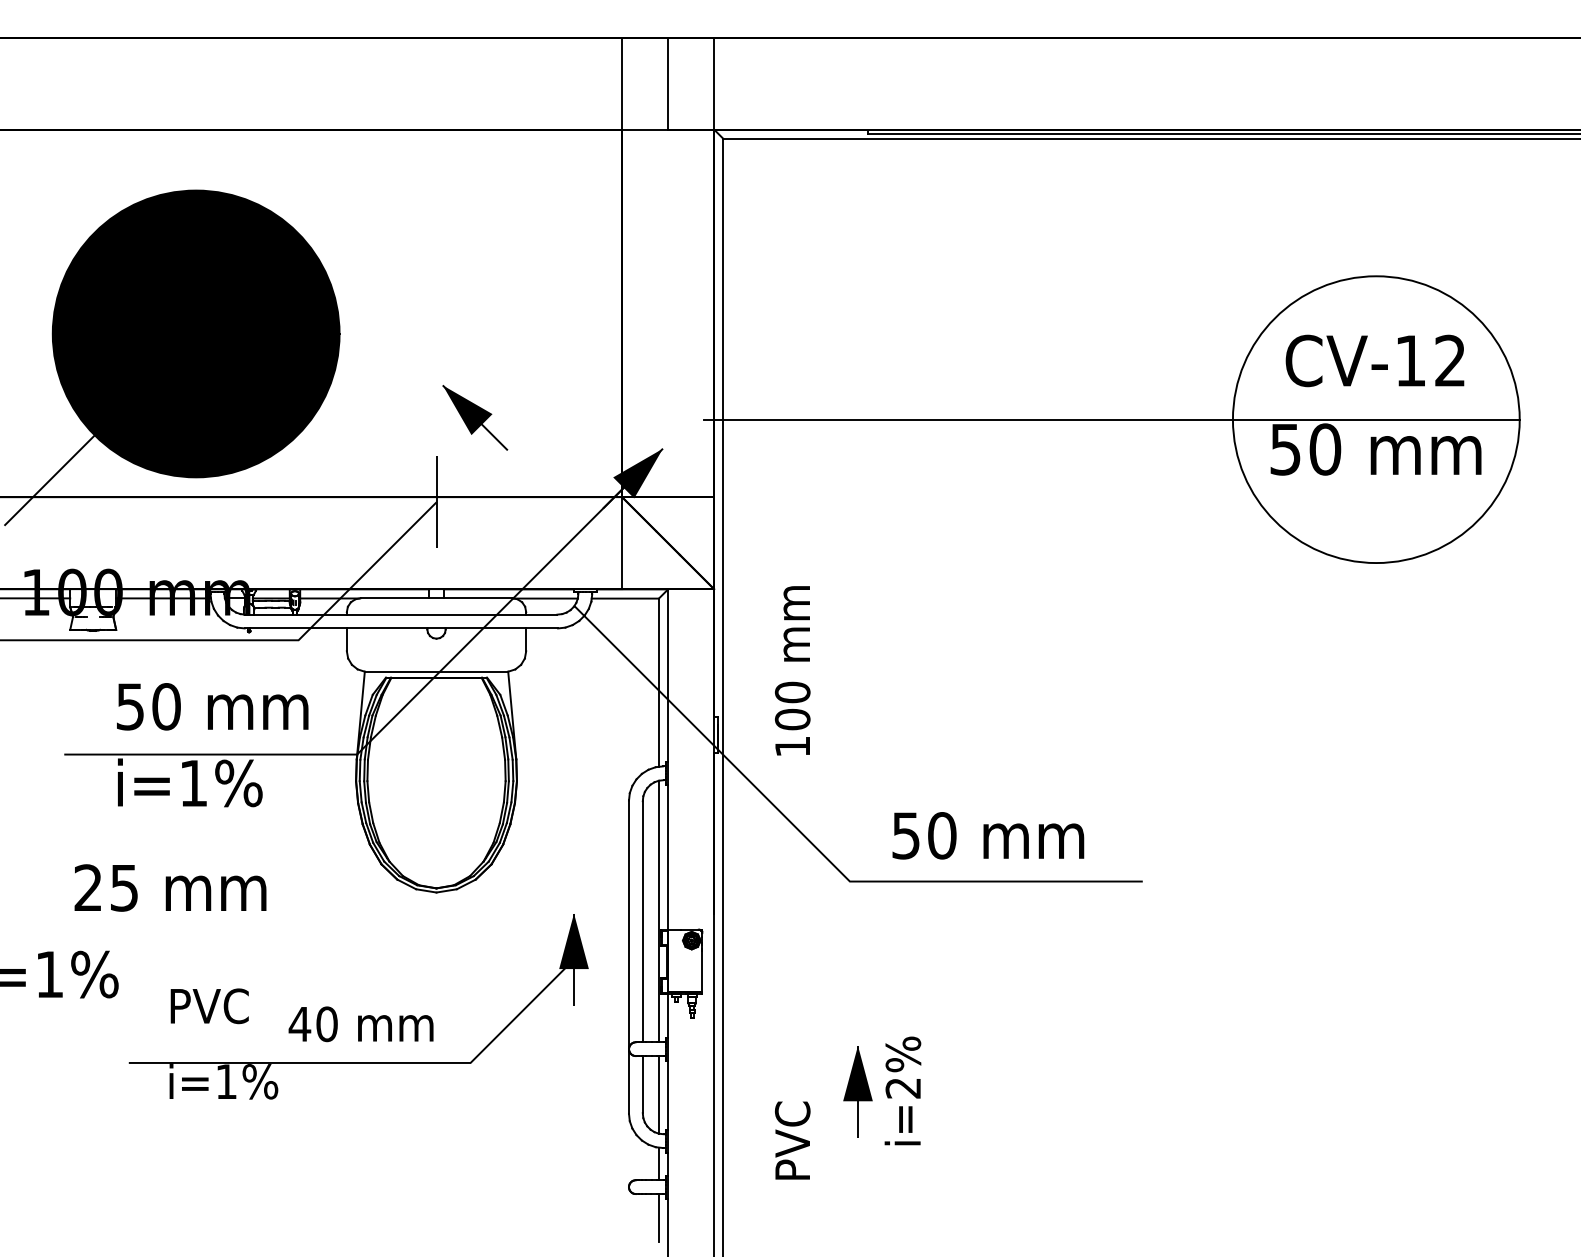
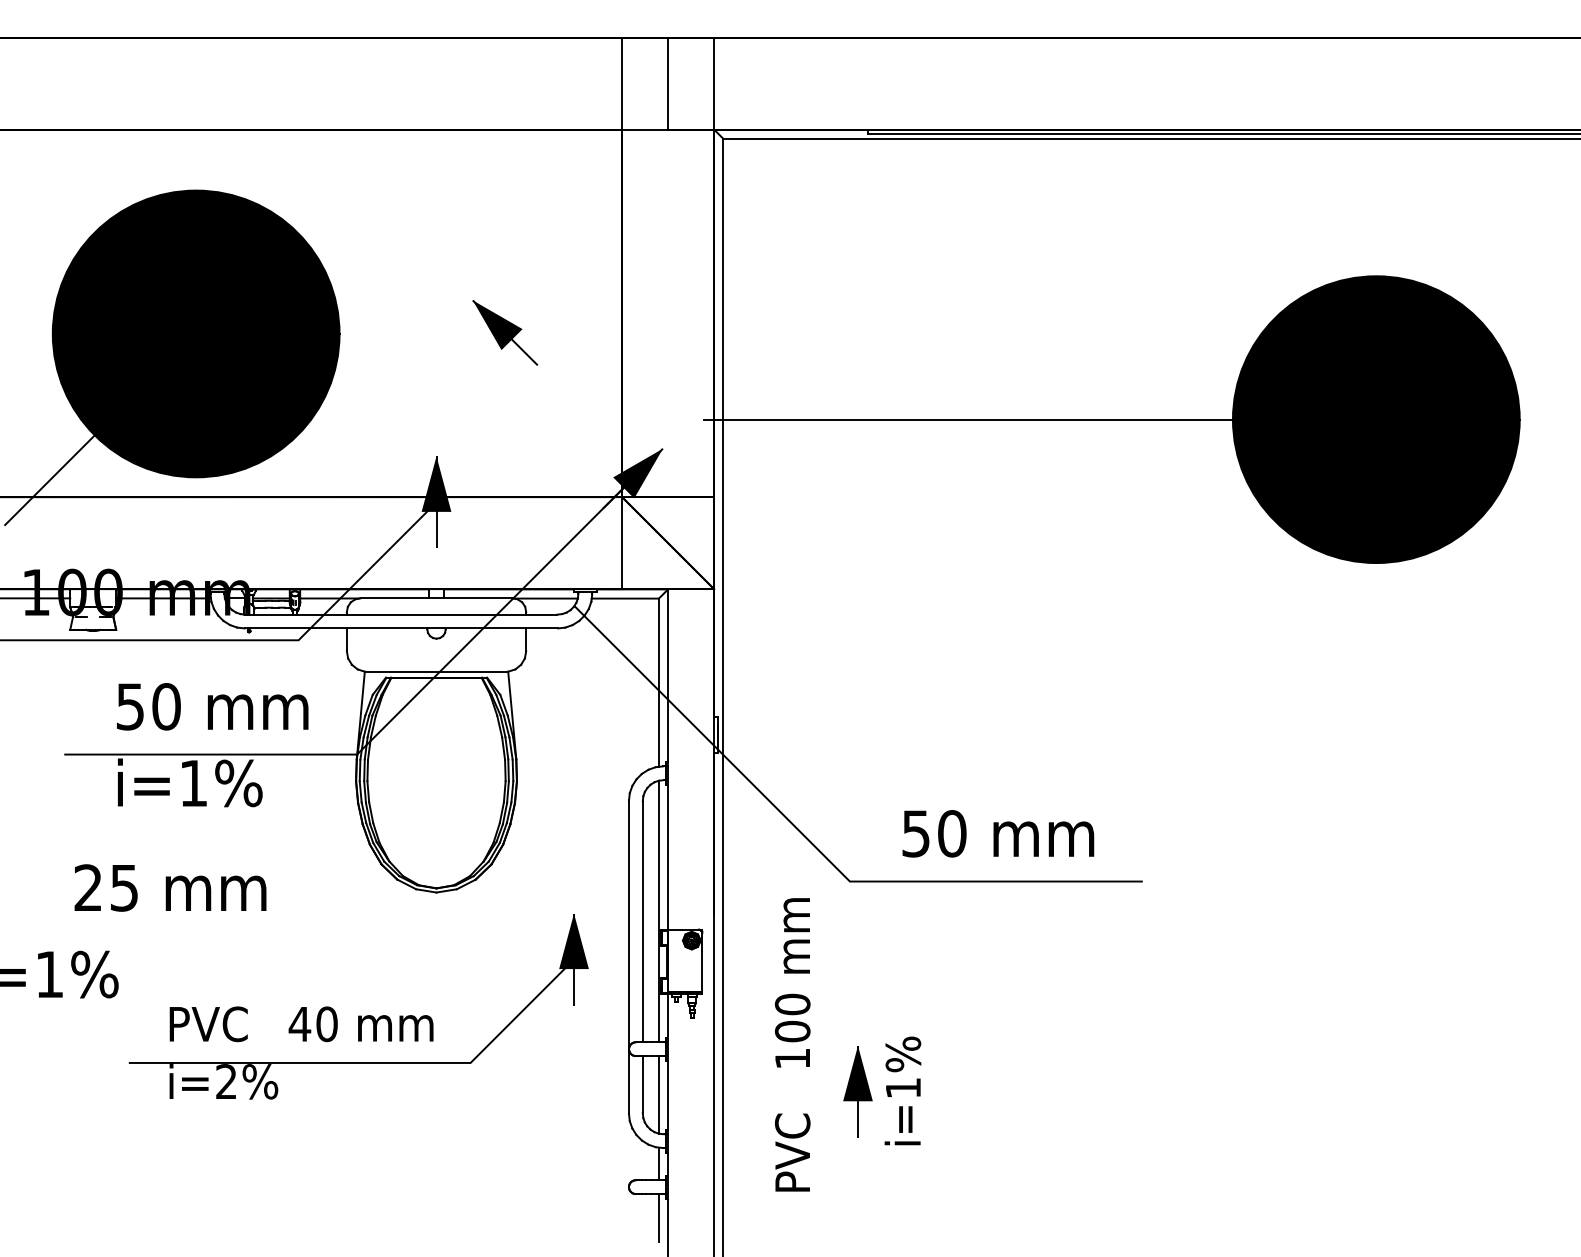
part at (475, 417) position: (475, 417) -> (505, 332)
fill at (1375, 419): none -> present
fill at (436, 483): none -> present
text at (792, 670) position: (792, 670) -> (792, 982)
text at (988, 835) position: (988, 835) -> (998, 833)
text at (209, 1006) position: (209, 1006) -> (208, 1024)
text at (226, 1081): i=1% -> i=2%
text at (902, 1088): i=2% -> i=1%
text at (792, 1140) position: (792, 1140) -> (792, 1152)
